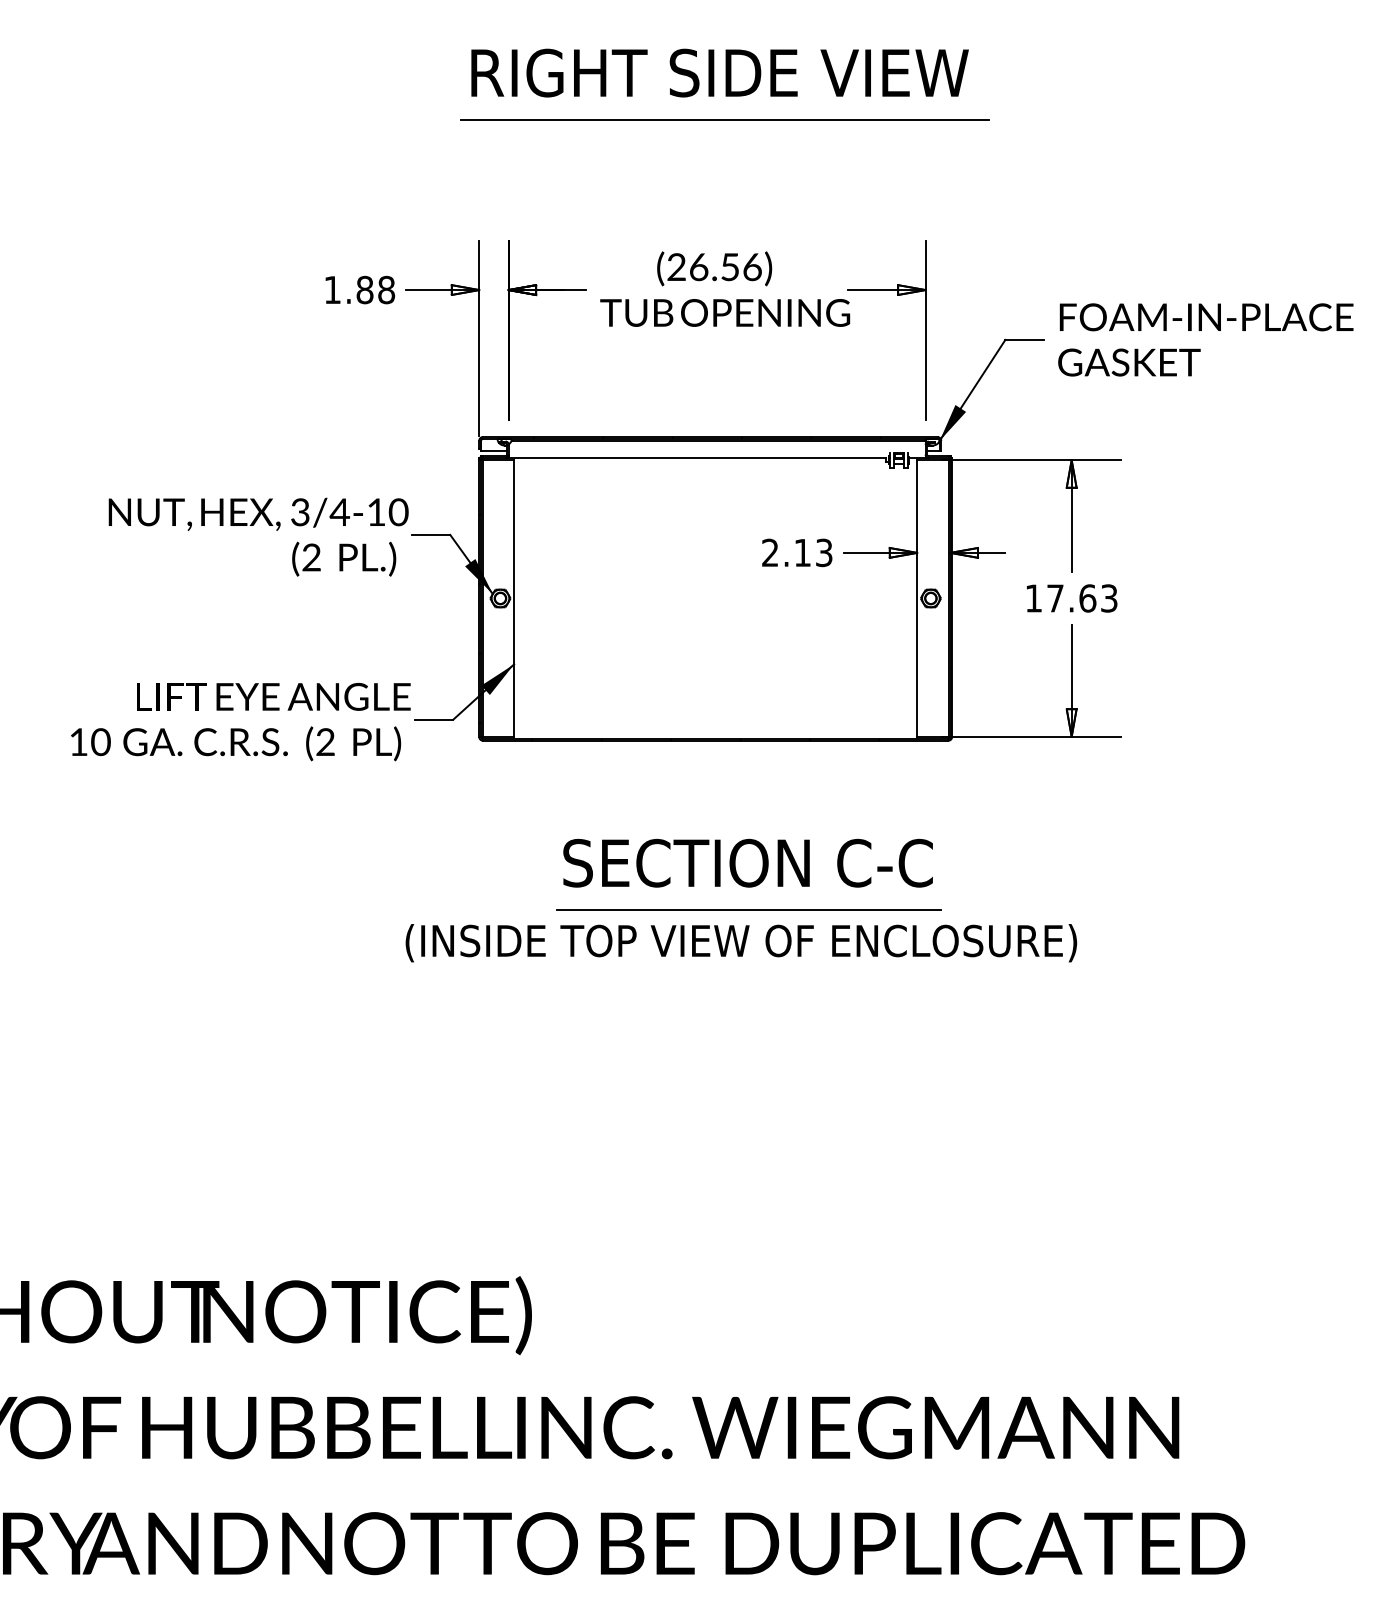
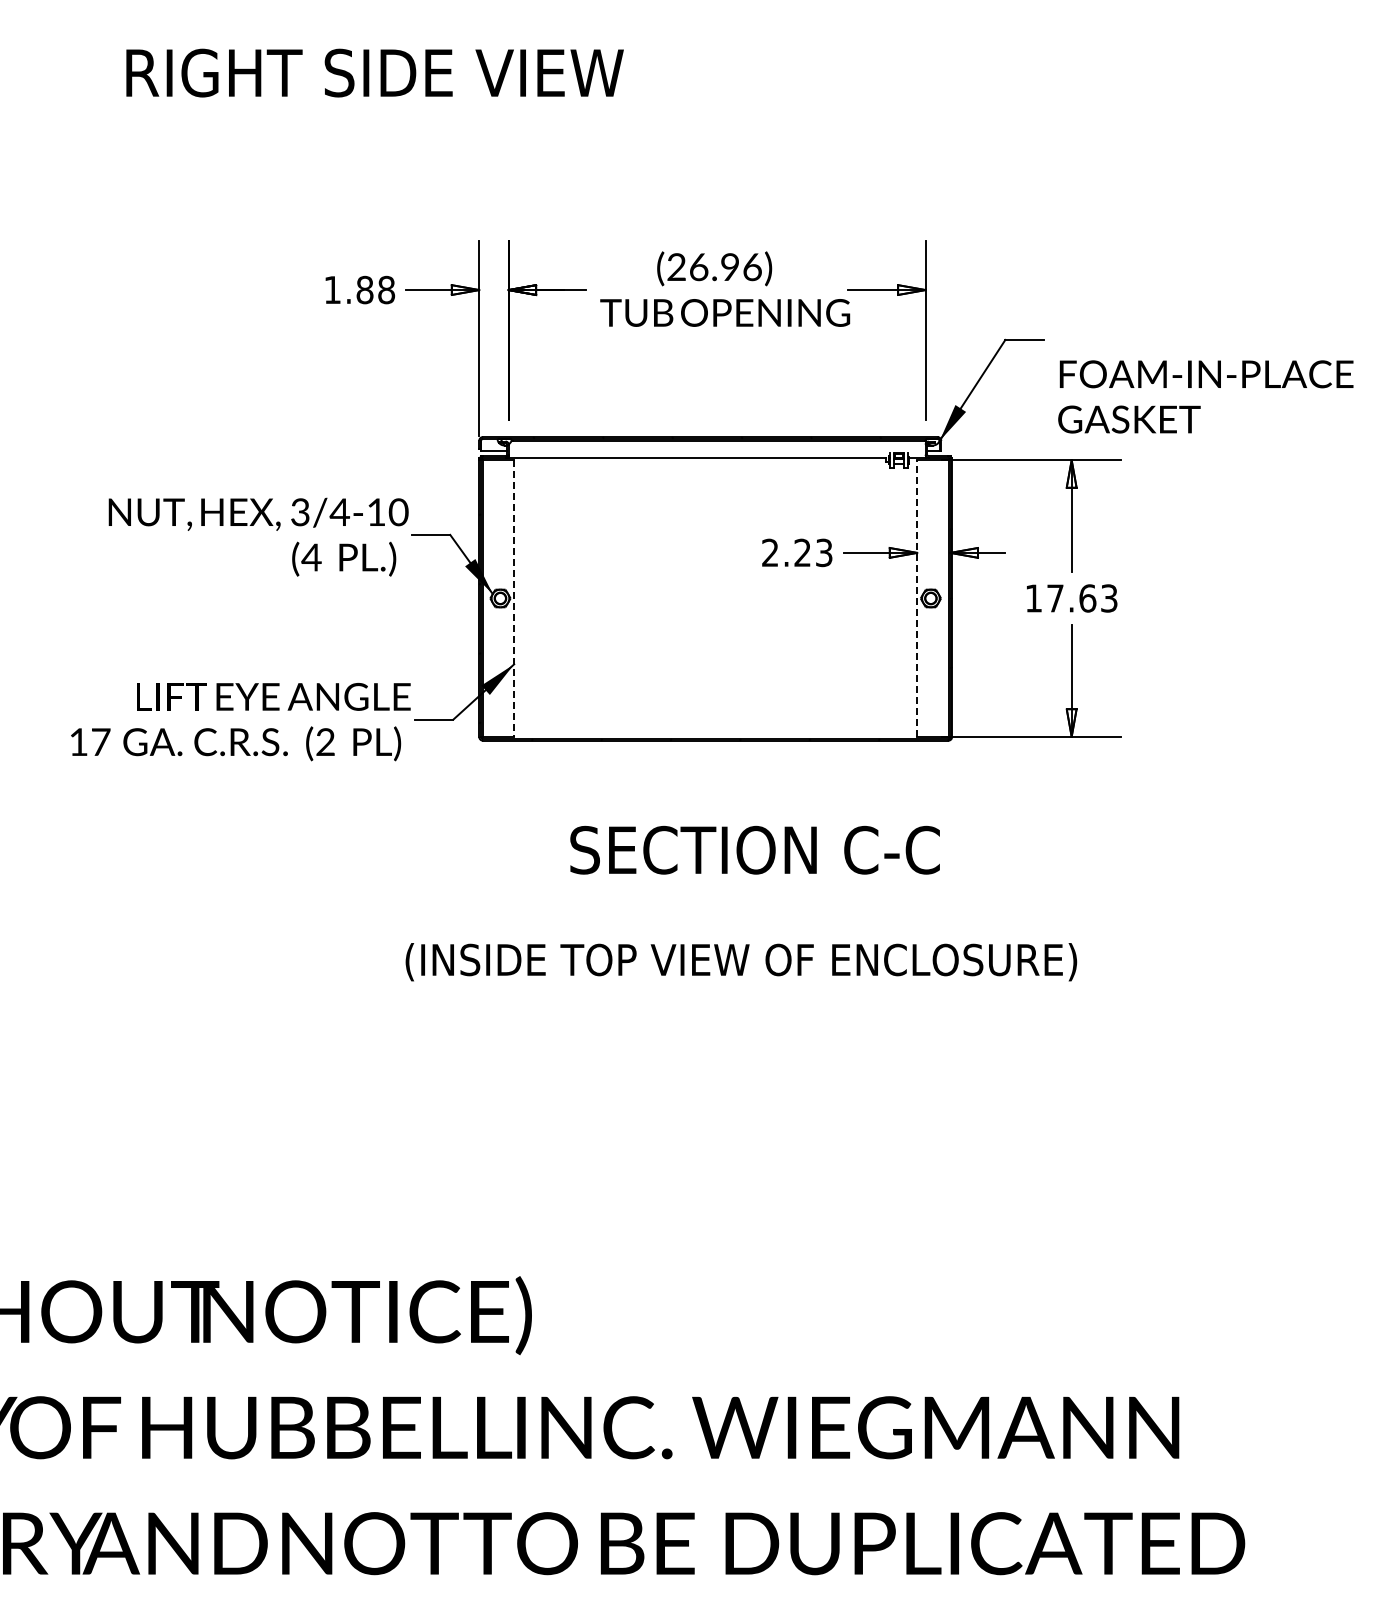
text at (719, 72) position: (719, 72) -> (374, 72)
line at (724, 119): present -> none
text at (729, 267): (26.56) -> (26.96)
text at (1205, 339) position: (1205, 339) -> (1205, 396)
text at (802, 552): 2.13 -> 2.23
text at (311, 557): (2 -> (4
line at (917, 598): solid -> dashed
line at (514, 599): solid -> dashed
text at (100, 742): 10 -> 17
text at (747, 862) position: (747, 862) -> (754, 849)
line at (748, 909): present -> none
text at (741, 943) position: (741, 943) -> (741, 962)
